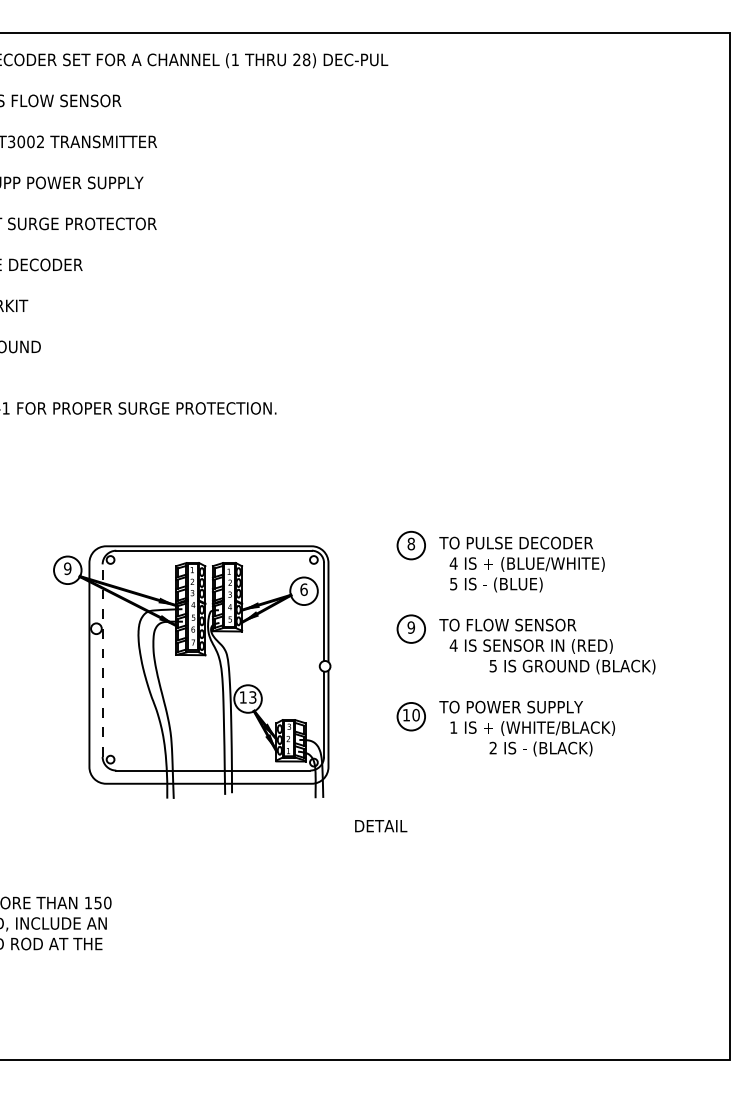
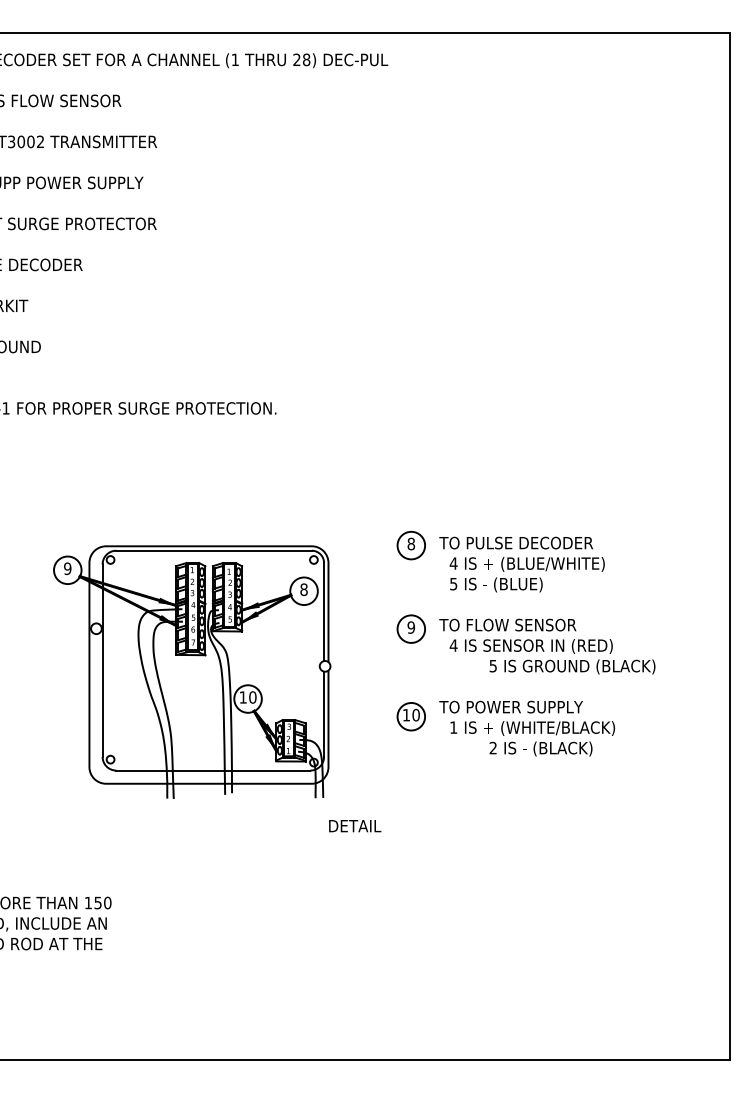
text at (303, 589): 6 -> 8
line at (102, 660): dashed -> solid
text at (252, 697): 13 -> 10
text at (381, 826) position: (381, 826) -> (355, 826)
